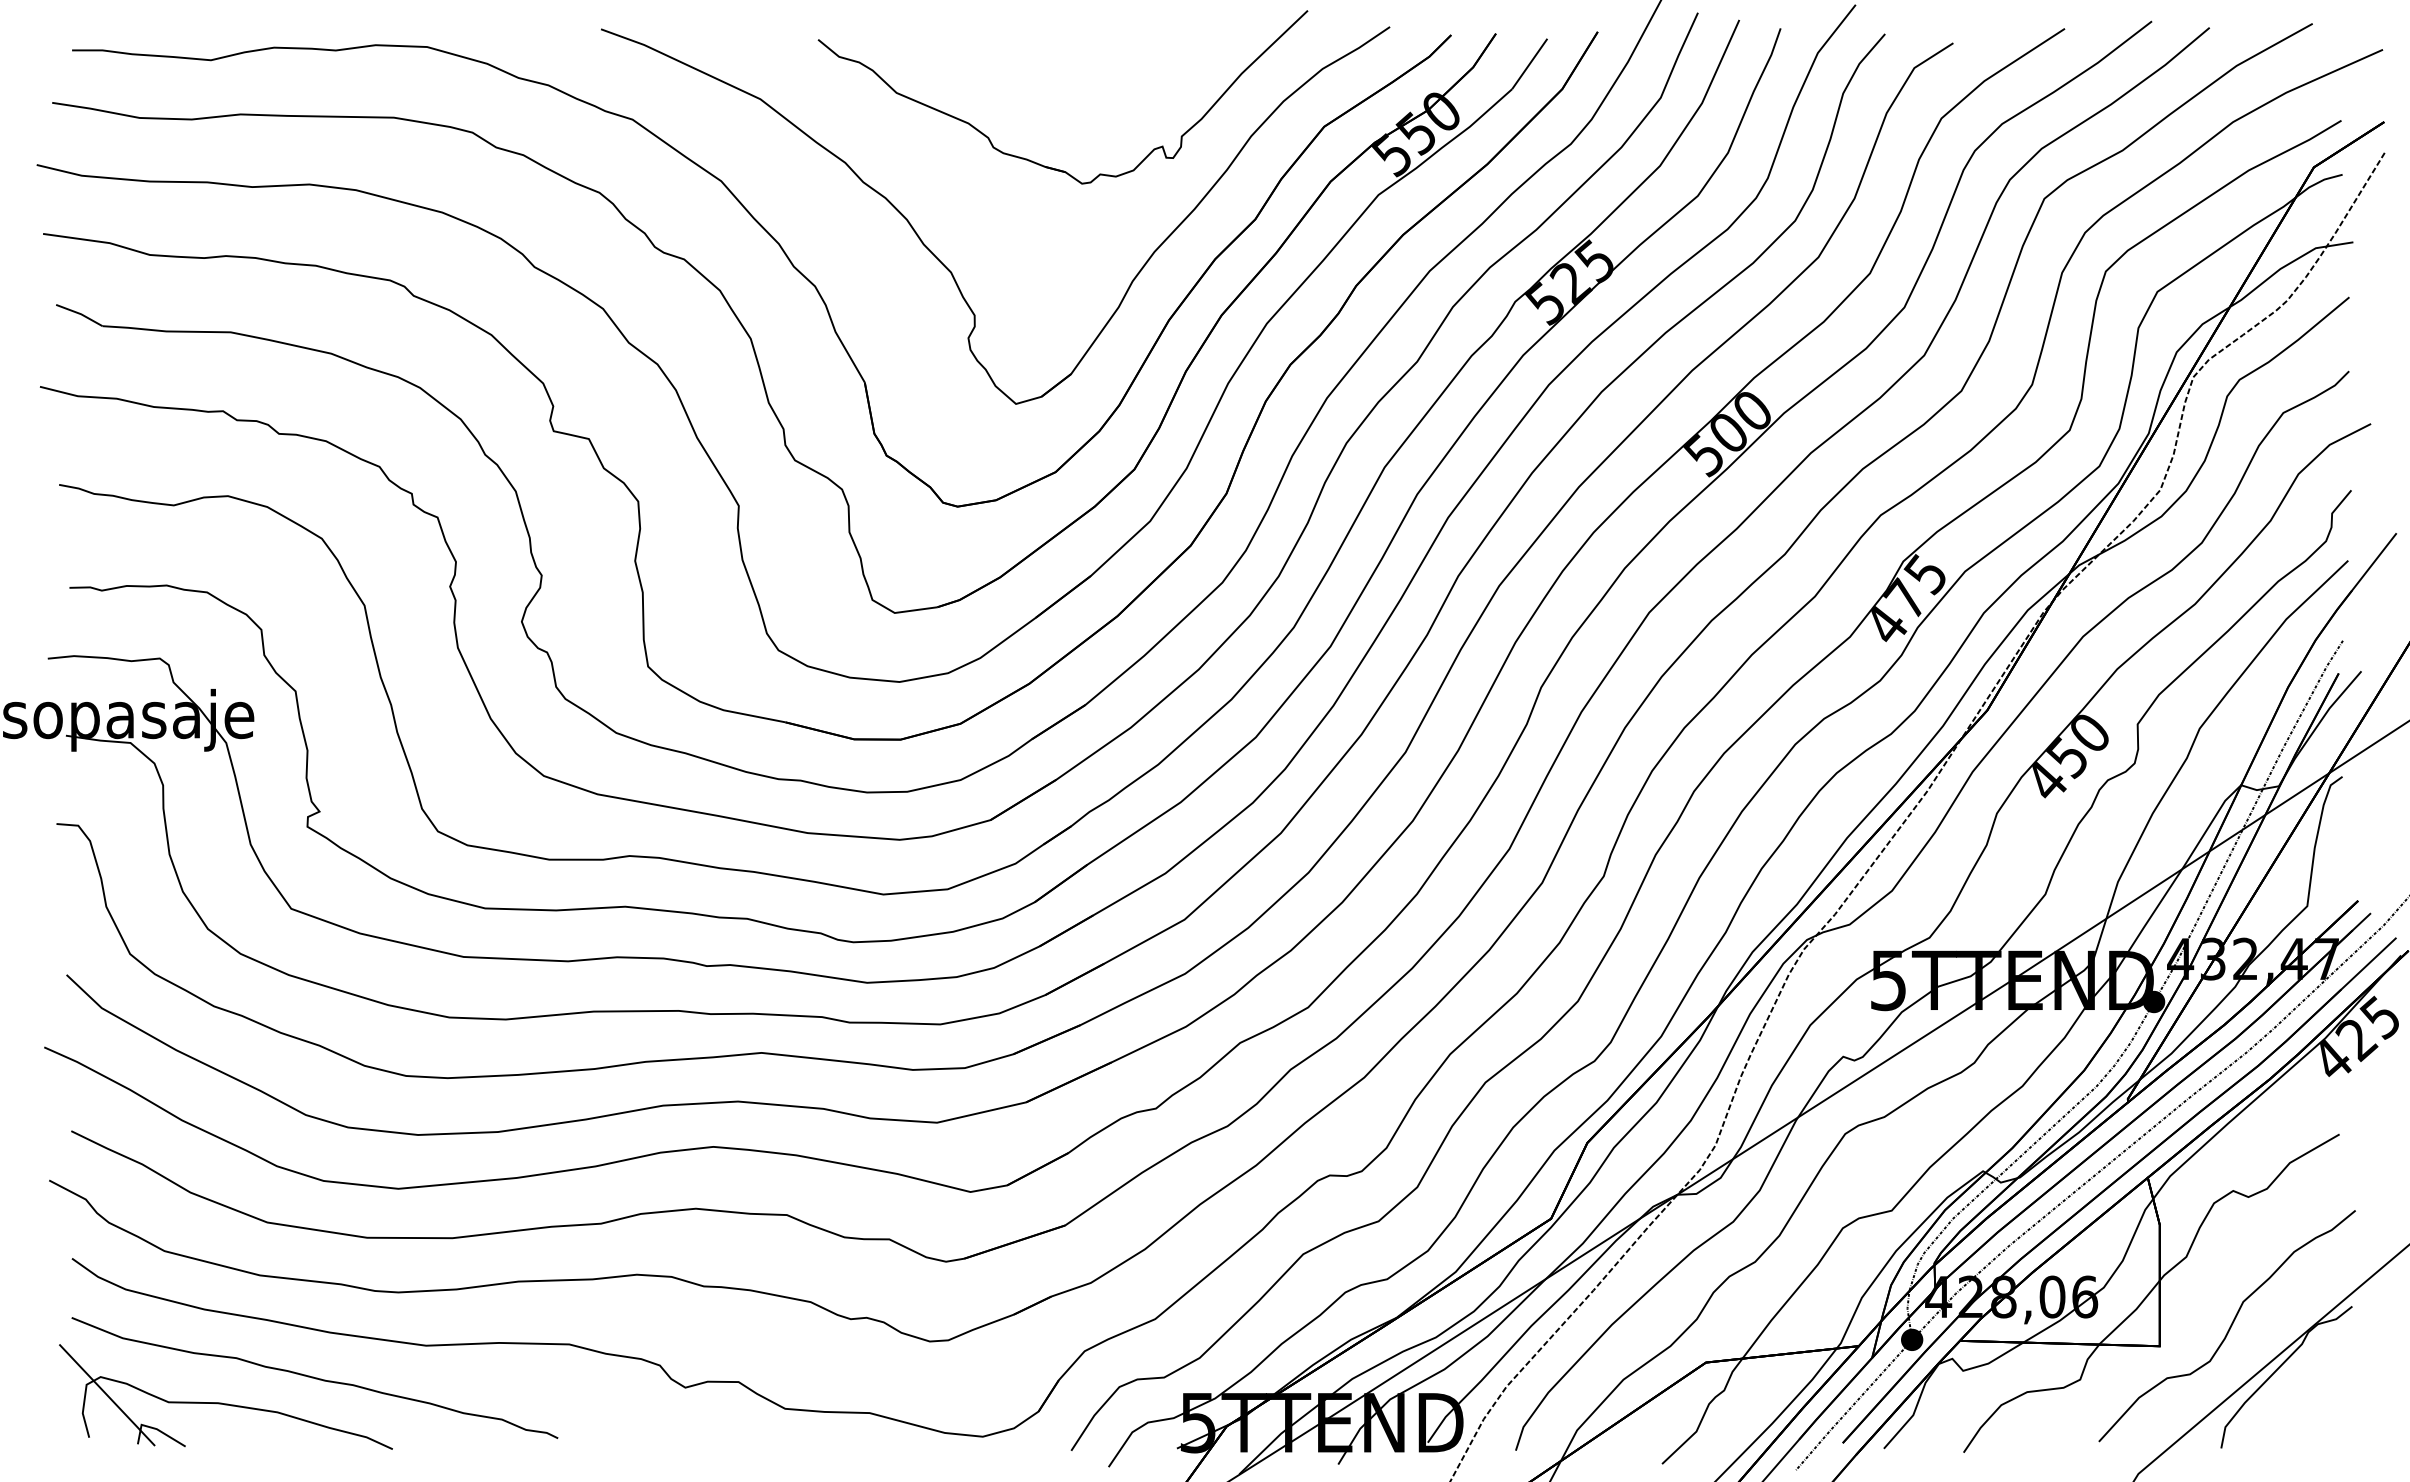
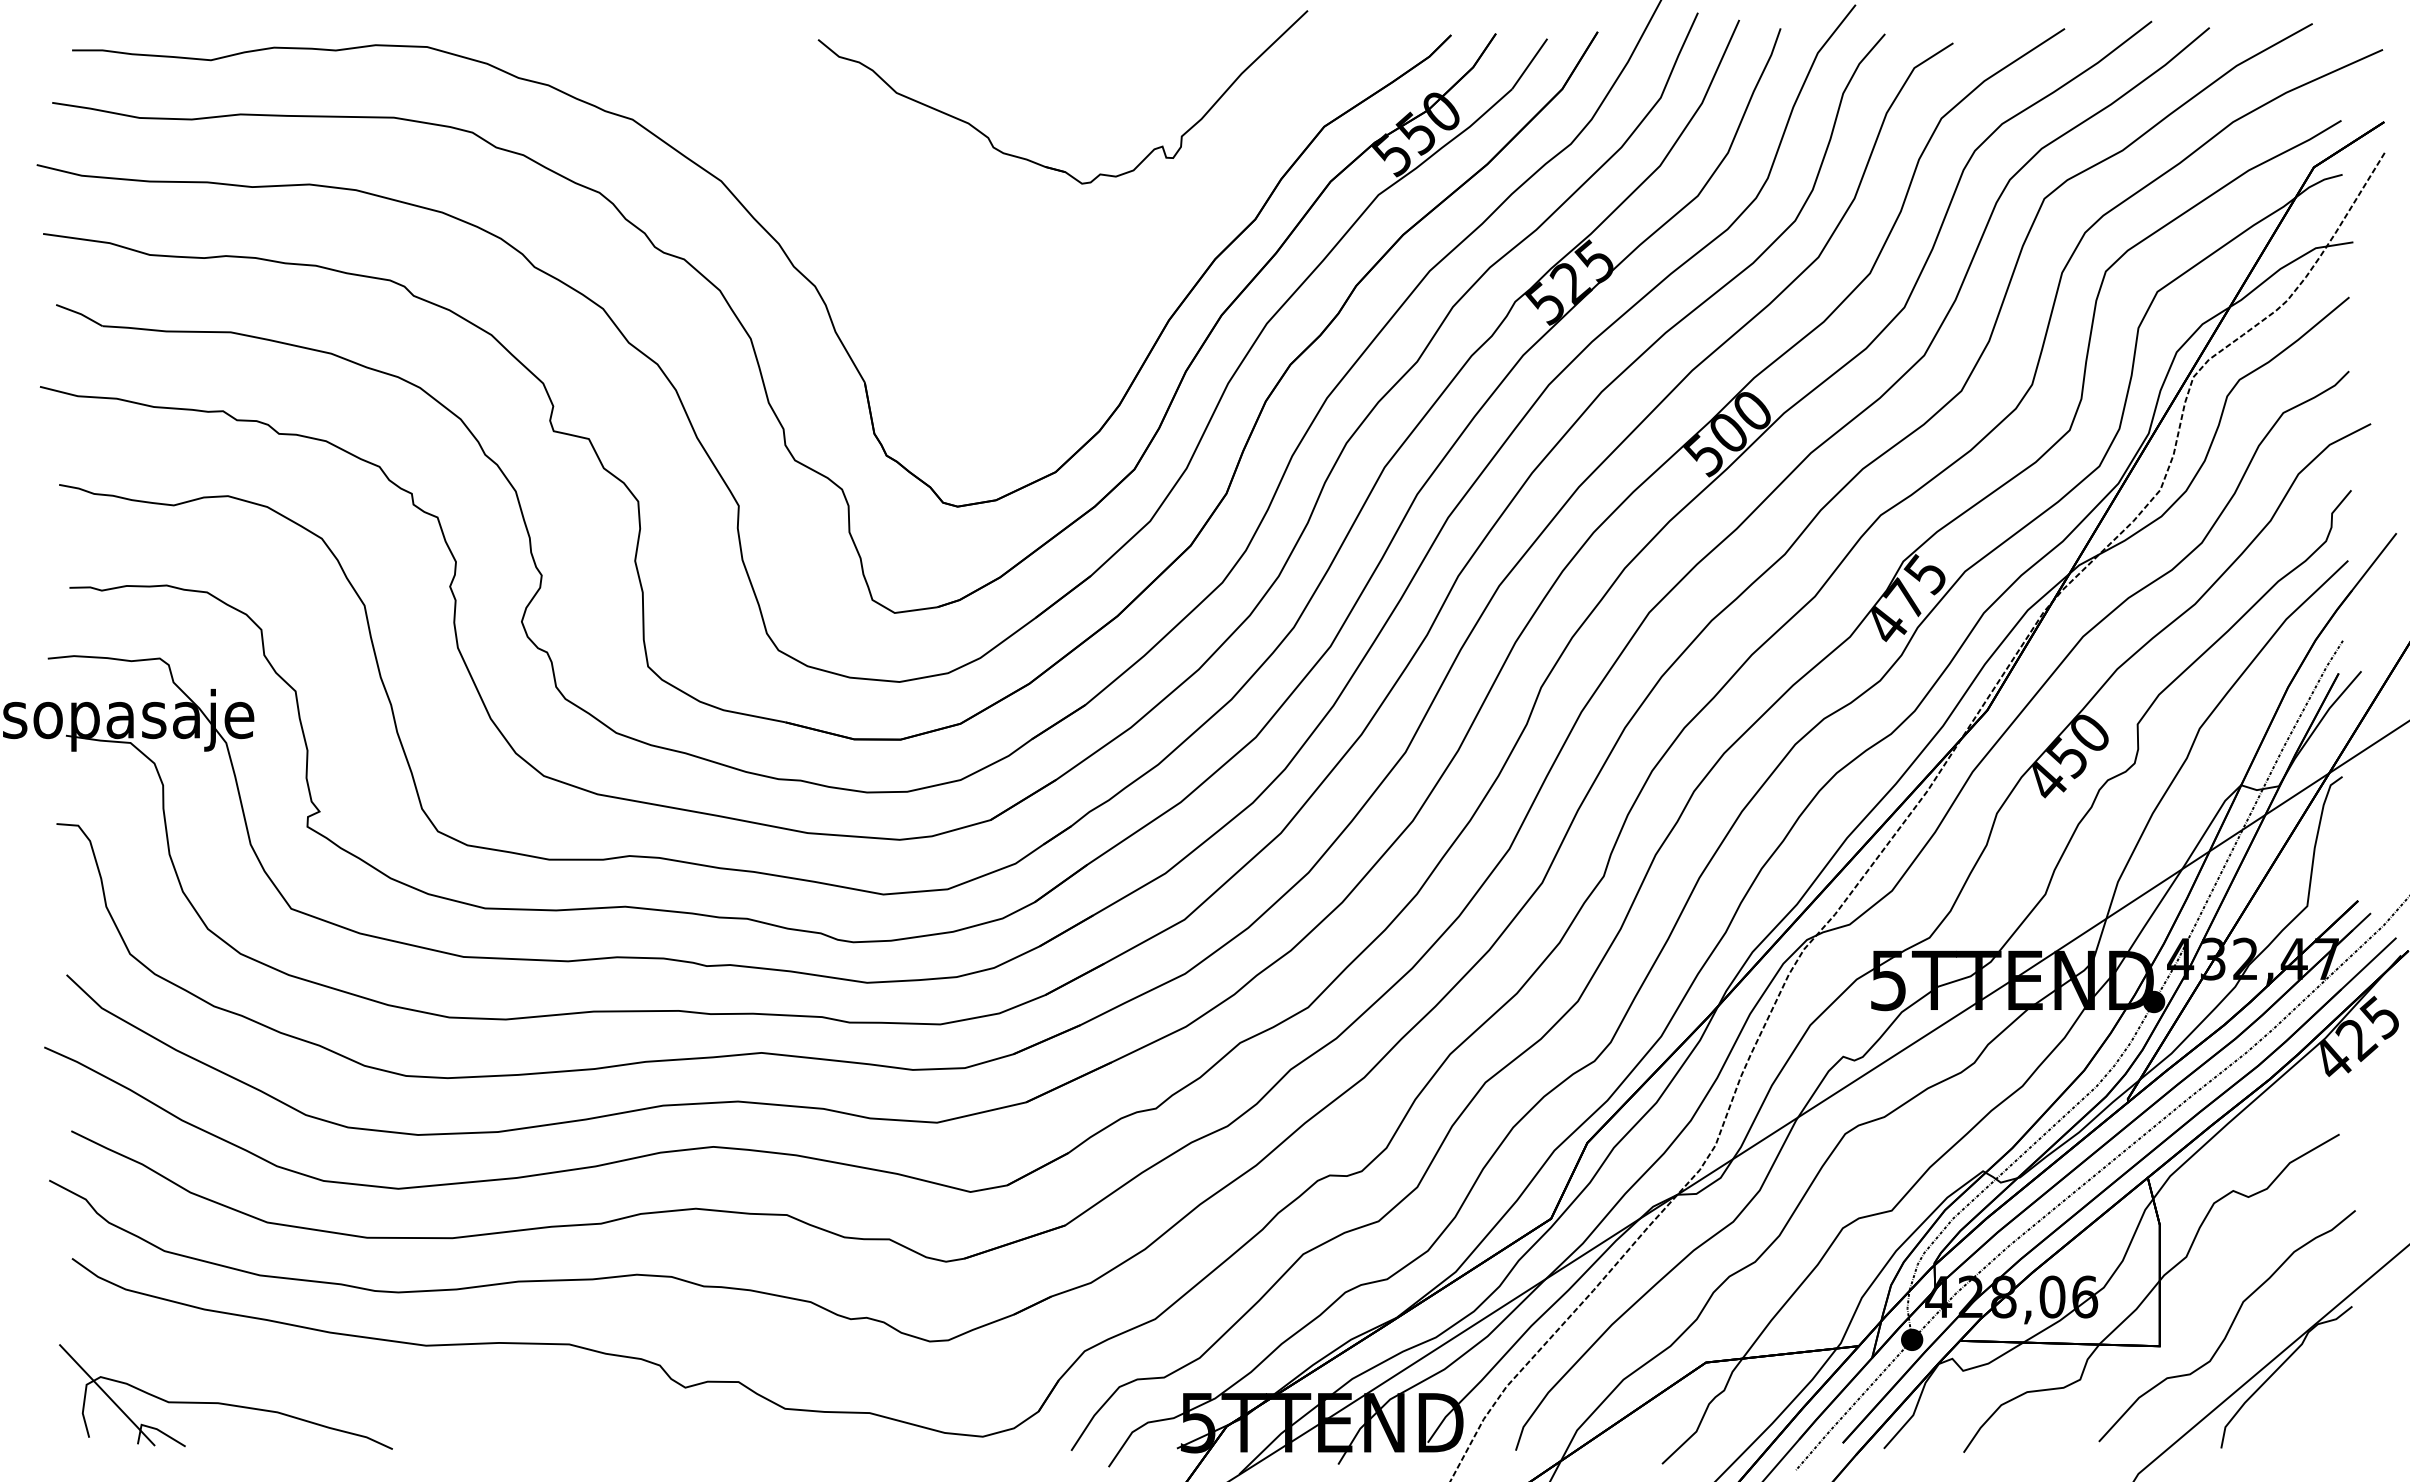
part at (945, 265): present -> none
part at (314, 1377): present -> none
